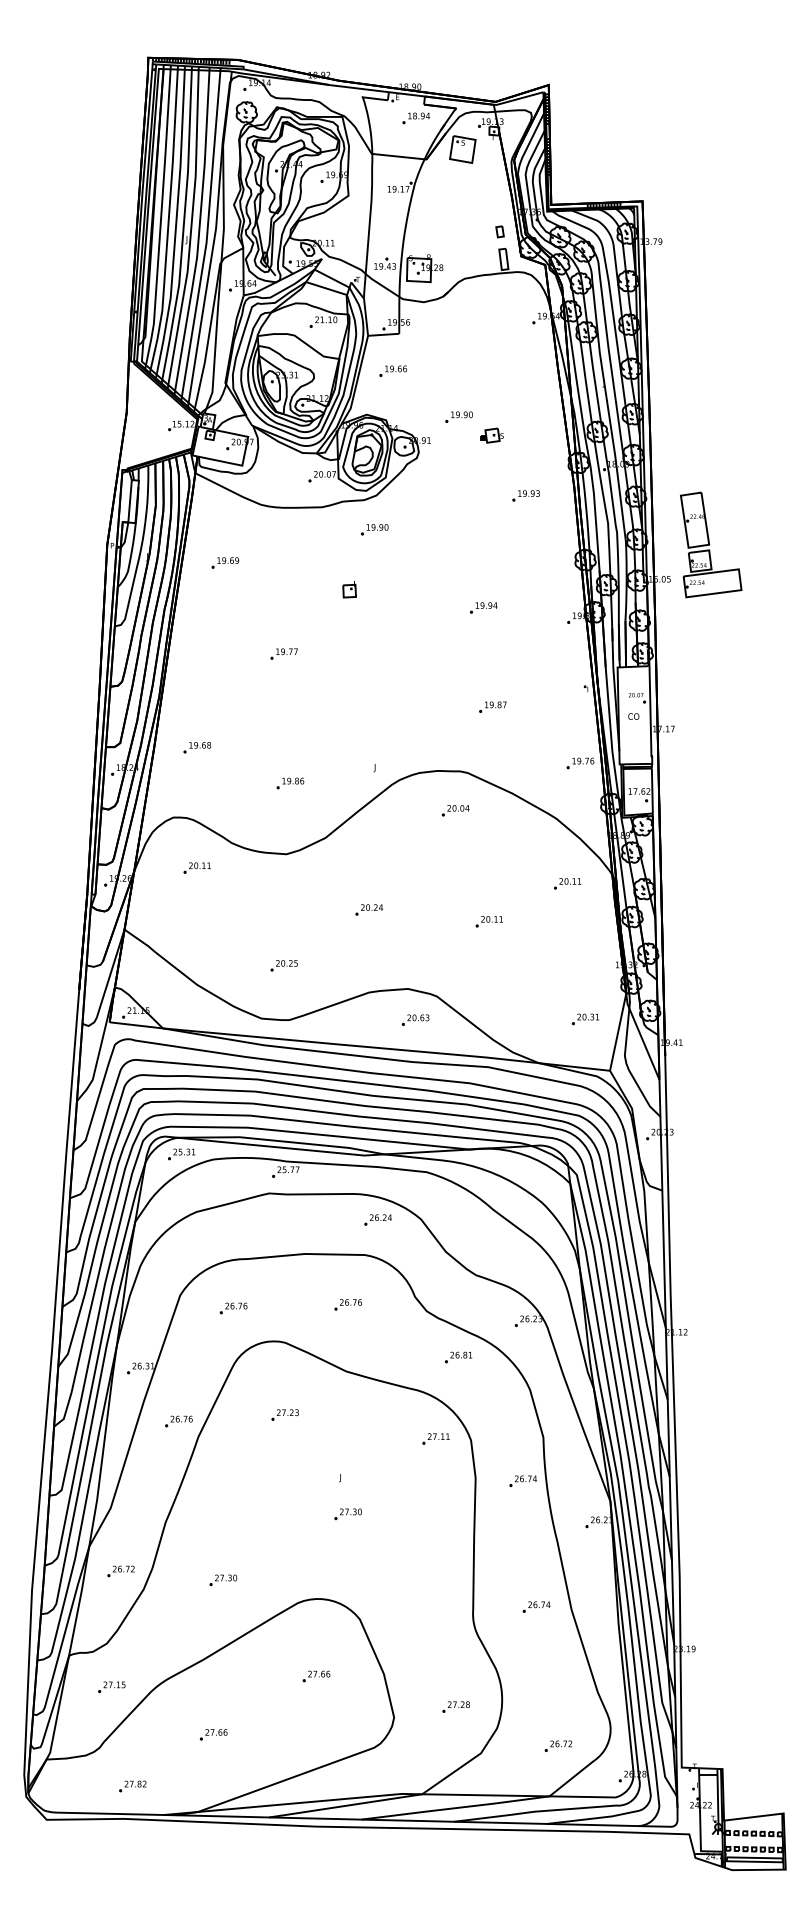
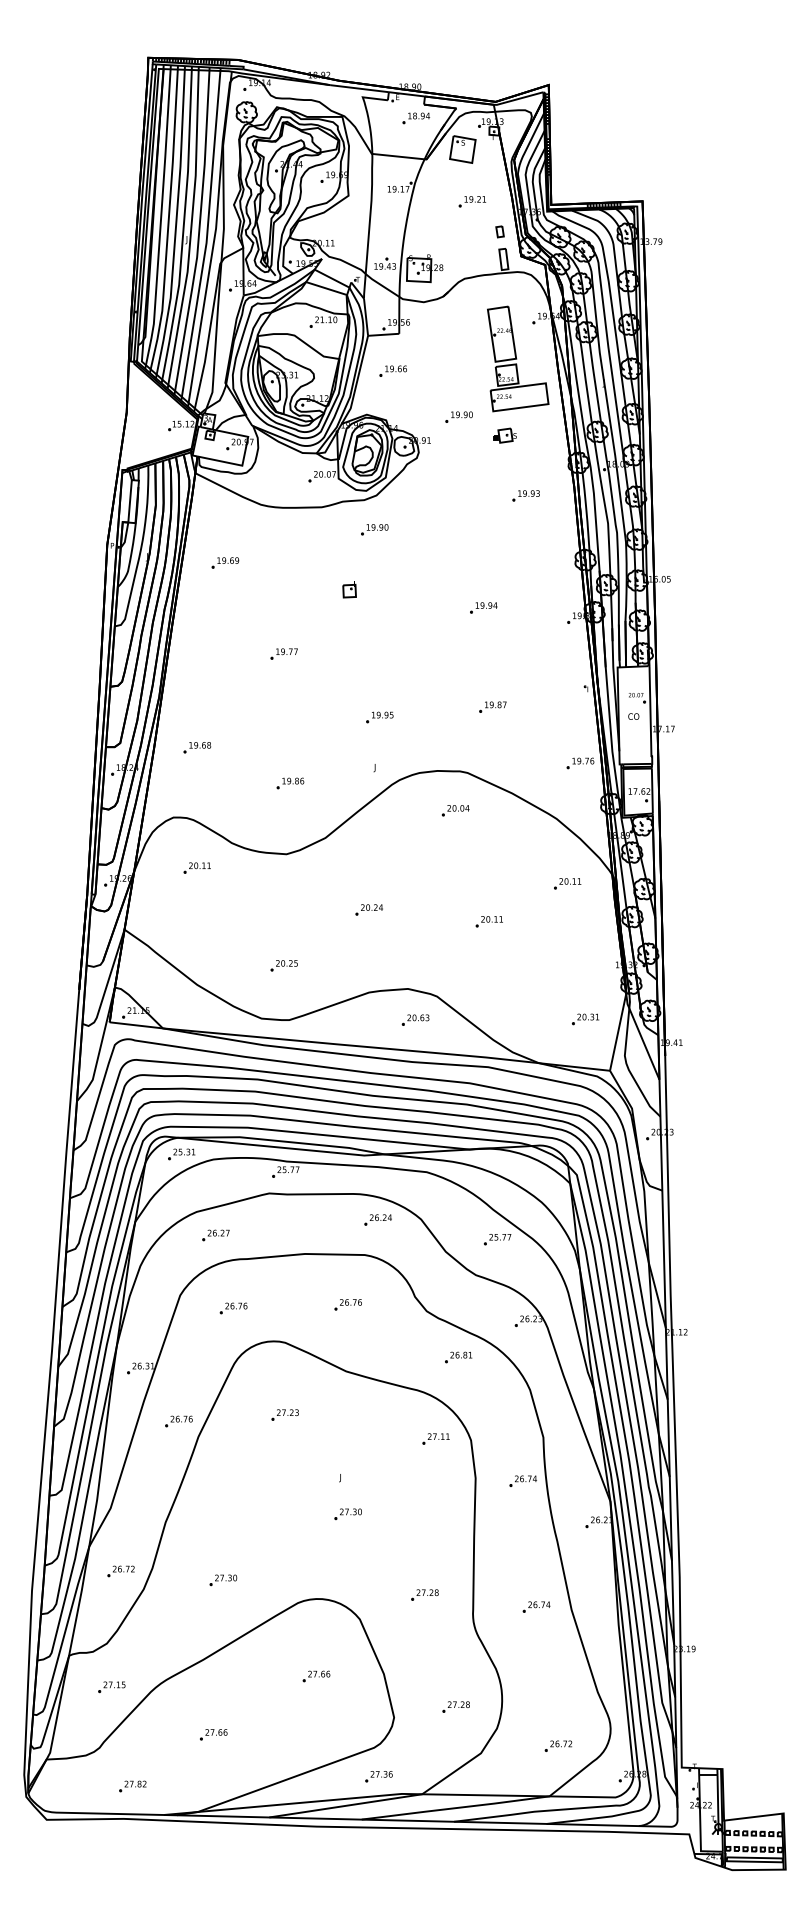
part at (472, 201): none -> present
part at (491, 435) position: (491, 435) -> (504, 435)
part at (711, 544) position: (711, 544) -> (518, 358)
part at (379, 717): none -> present
part at (215, 1235): none -> present
part at (497, 1239): none -> present
part at (424, 1594): none -> present
part at (378, 1776): none -> present
